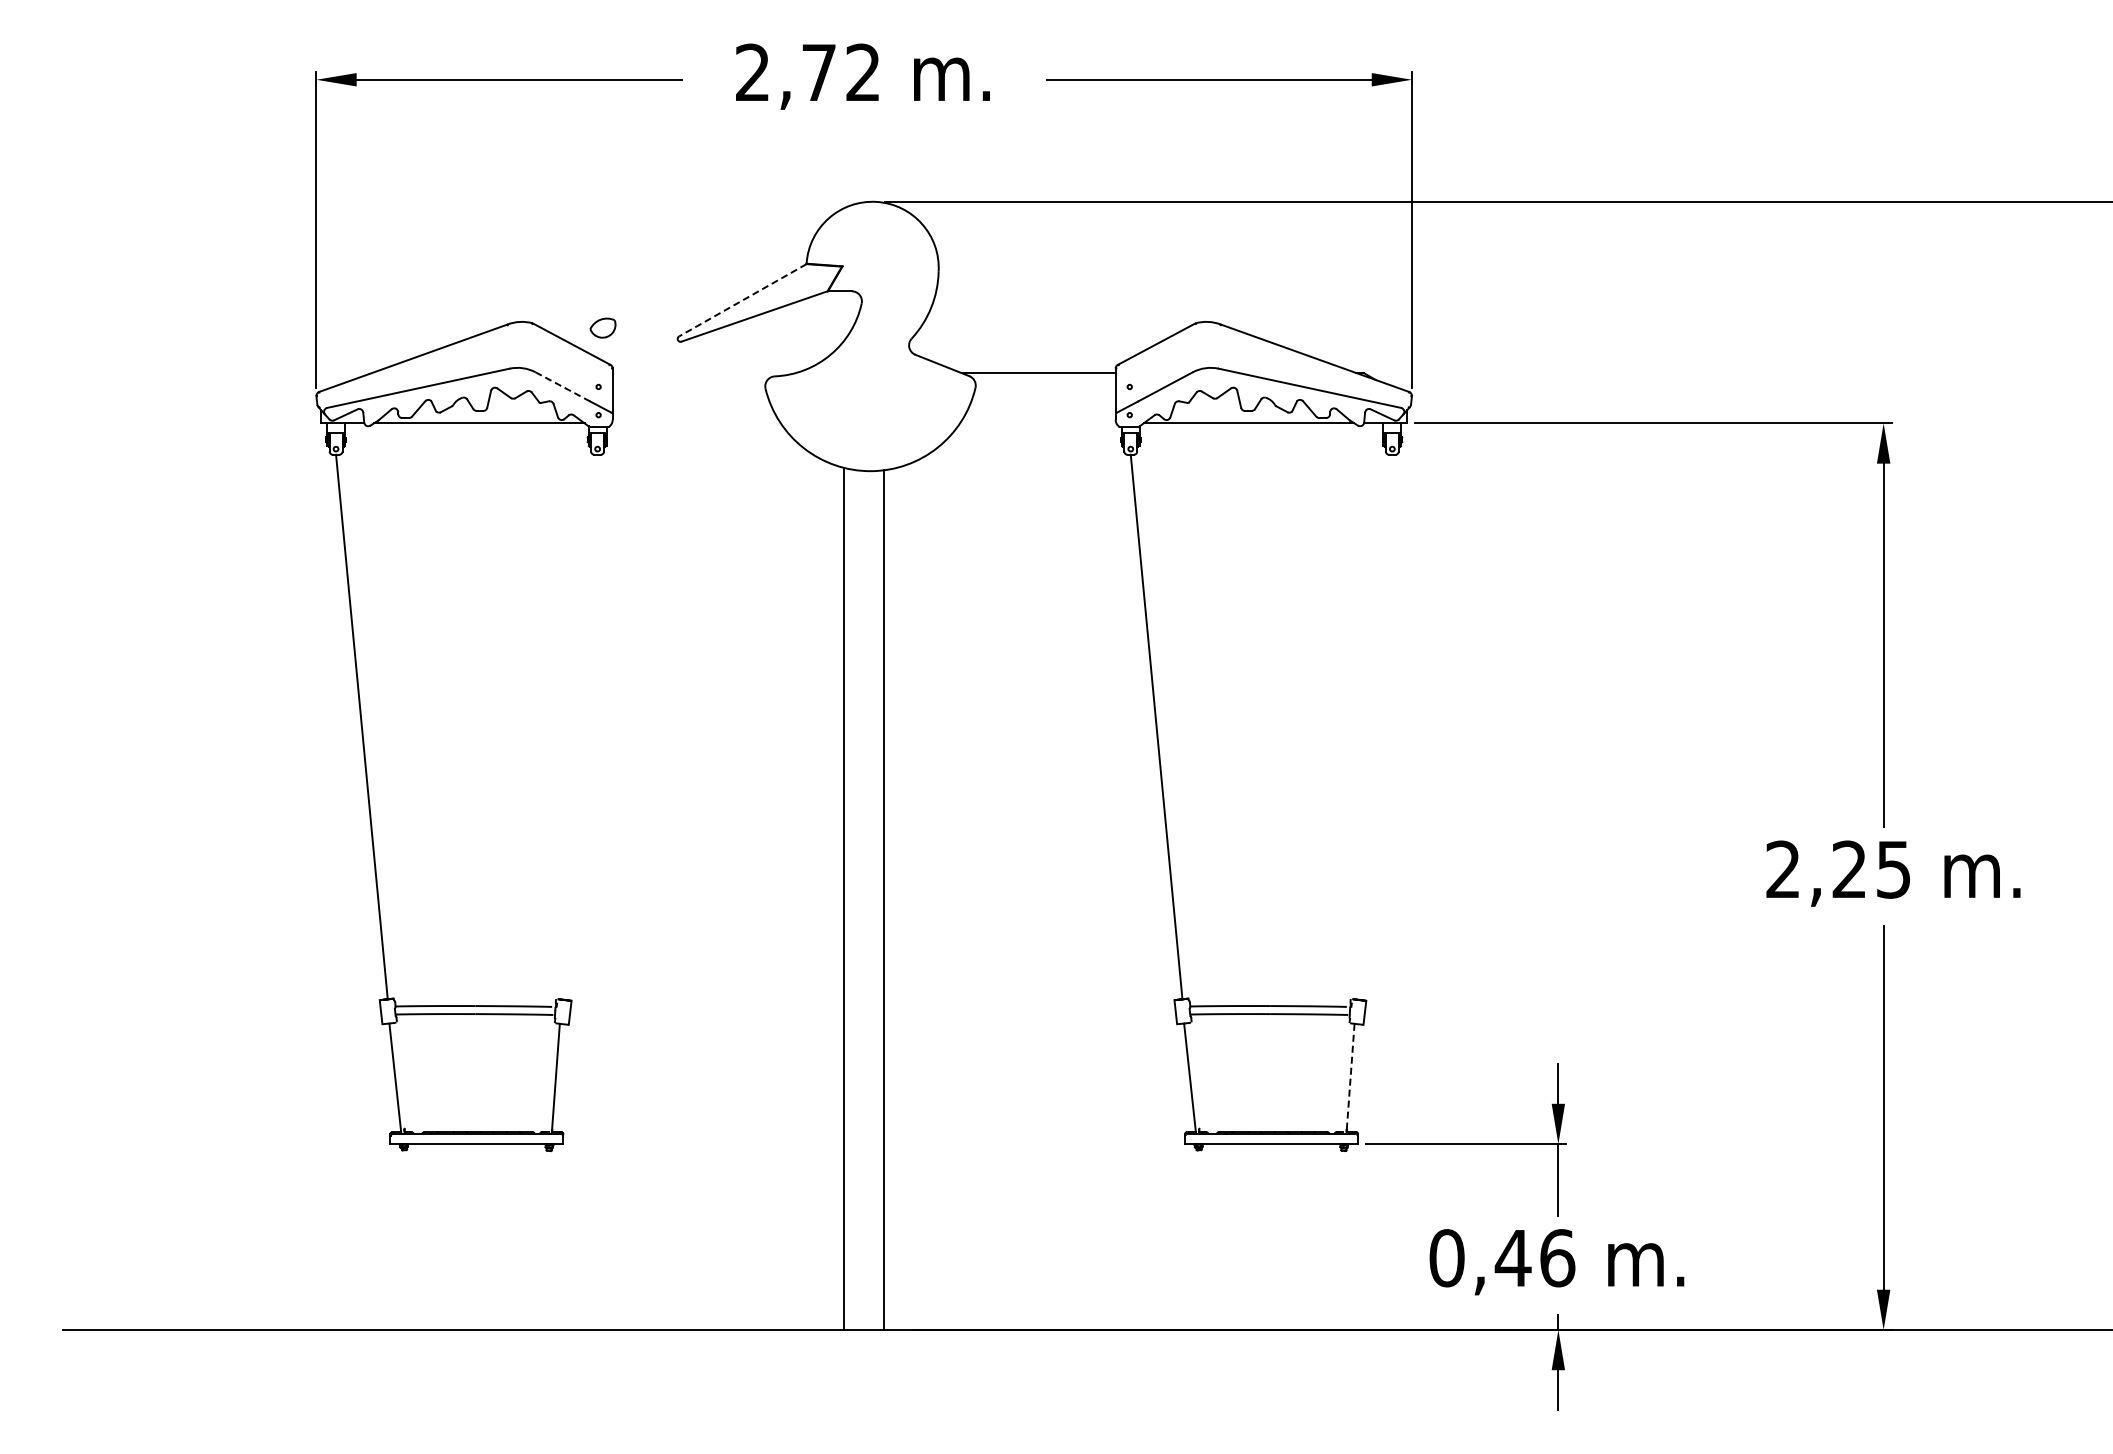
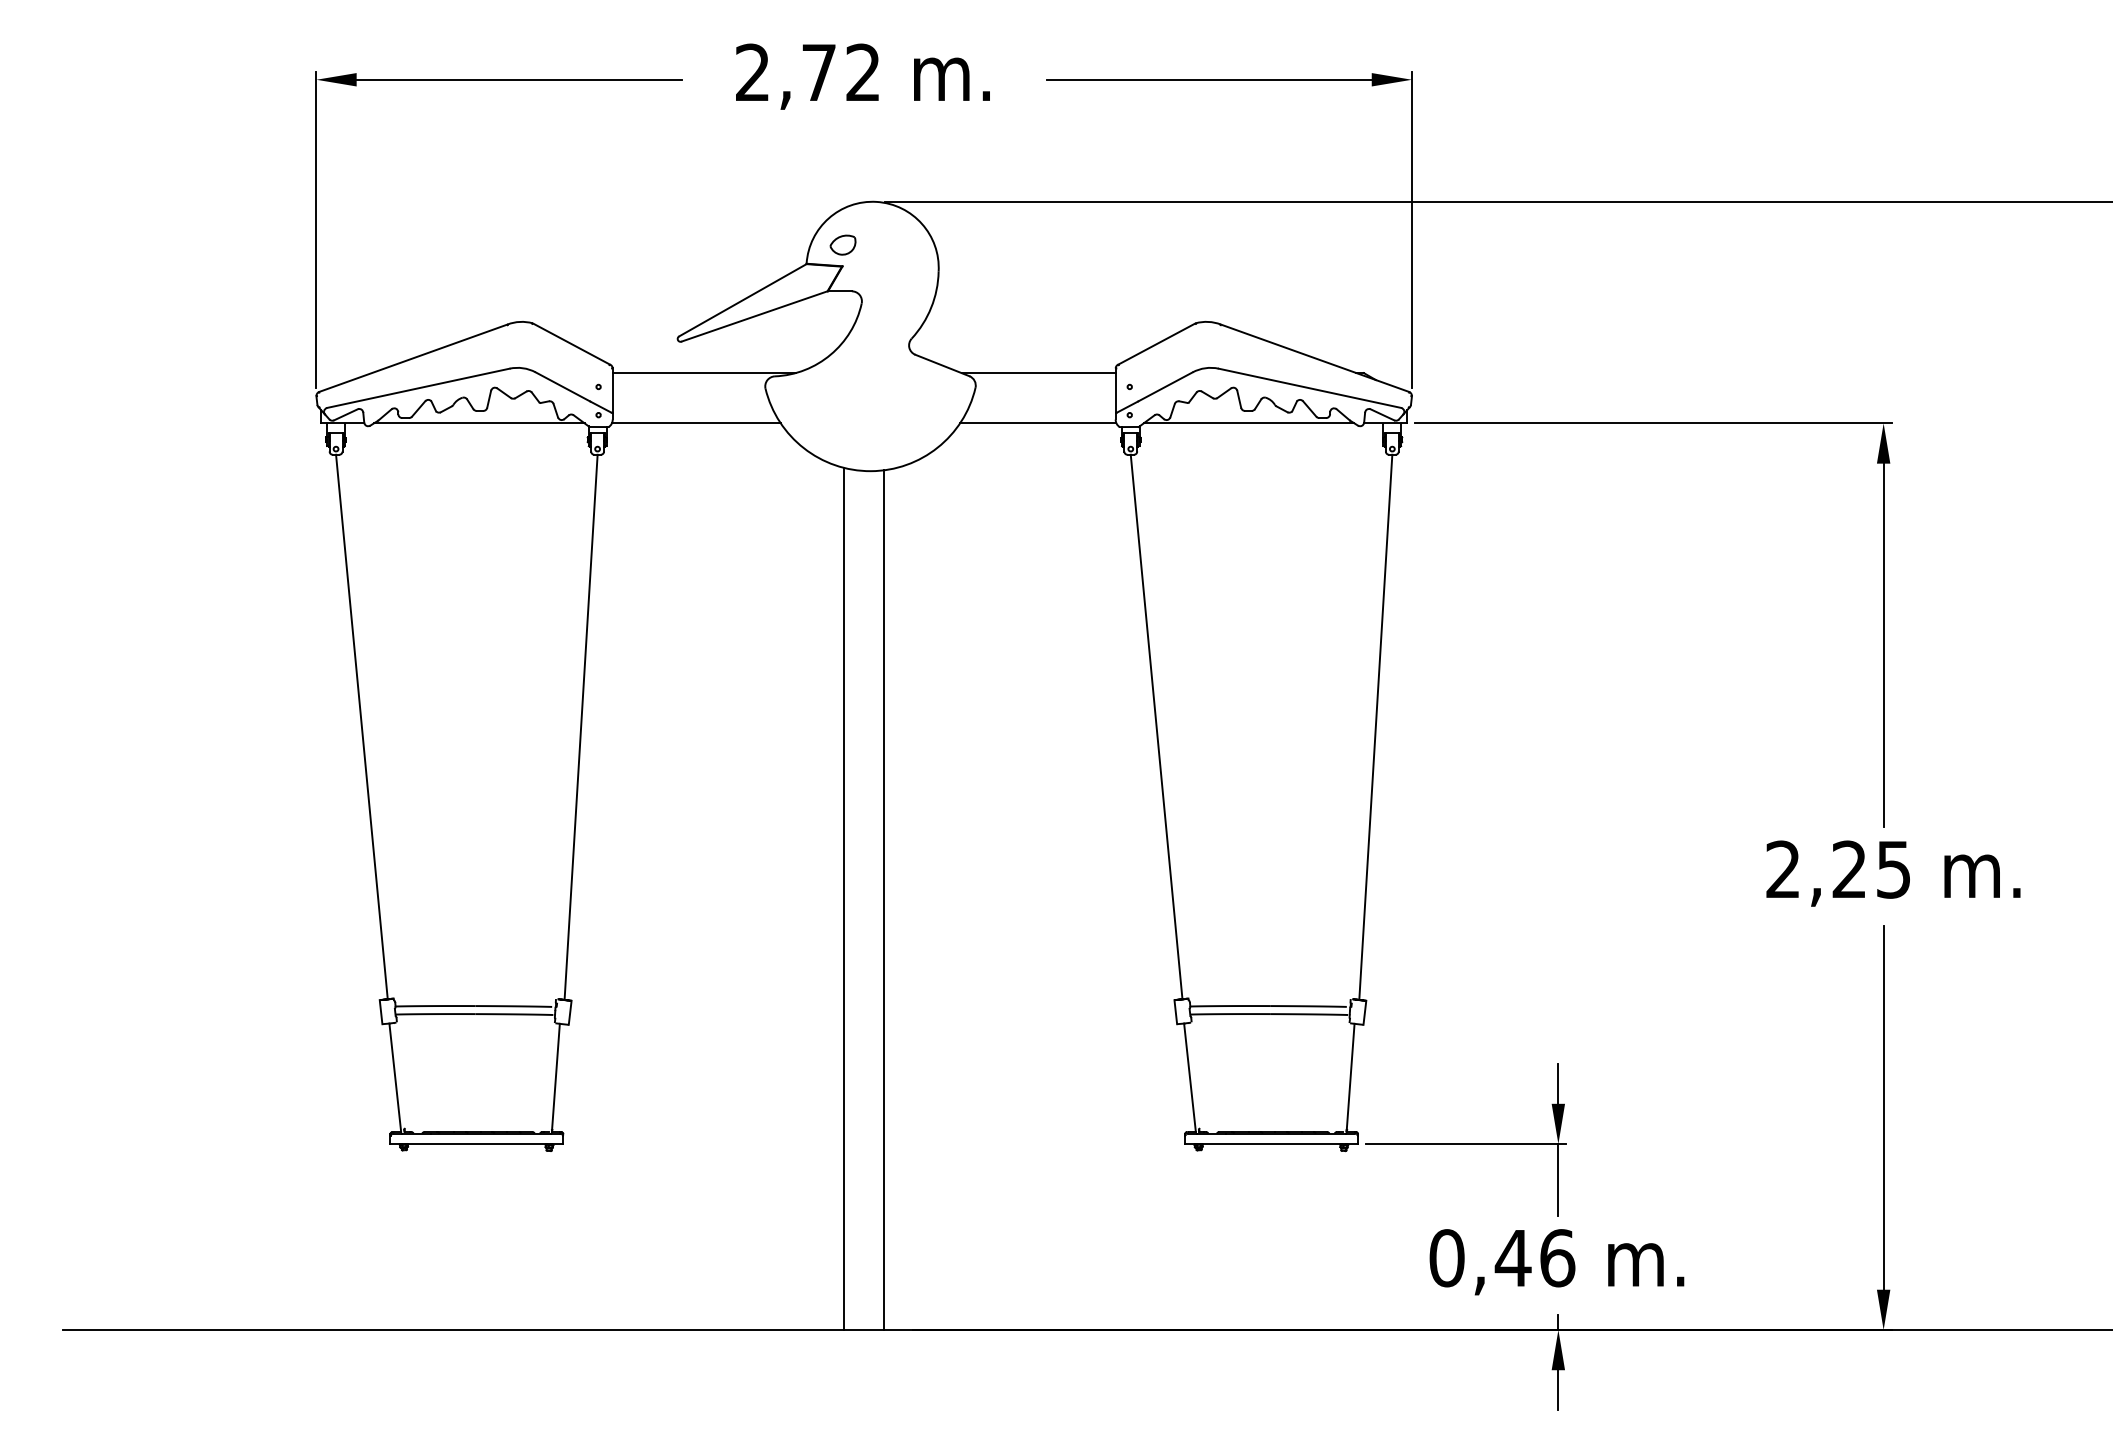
line at (742, 300): dashed -> solid
part at (602, 327) position: (602, 327) -> (842, 244)
line at (703, 373): none -> present
line at (562, 386): dashed -> solid
line at (695, 423): none -> present
line at (1038, 423): none -> present
line at (580, 726): none -> present
line at (1375, 726): none -> present
line at (1350, 1077): dashed -> solid
